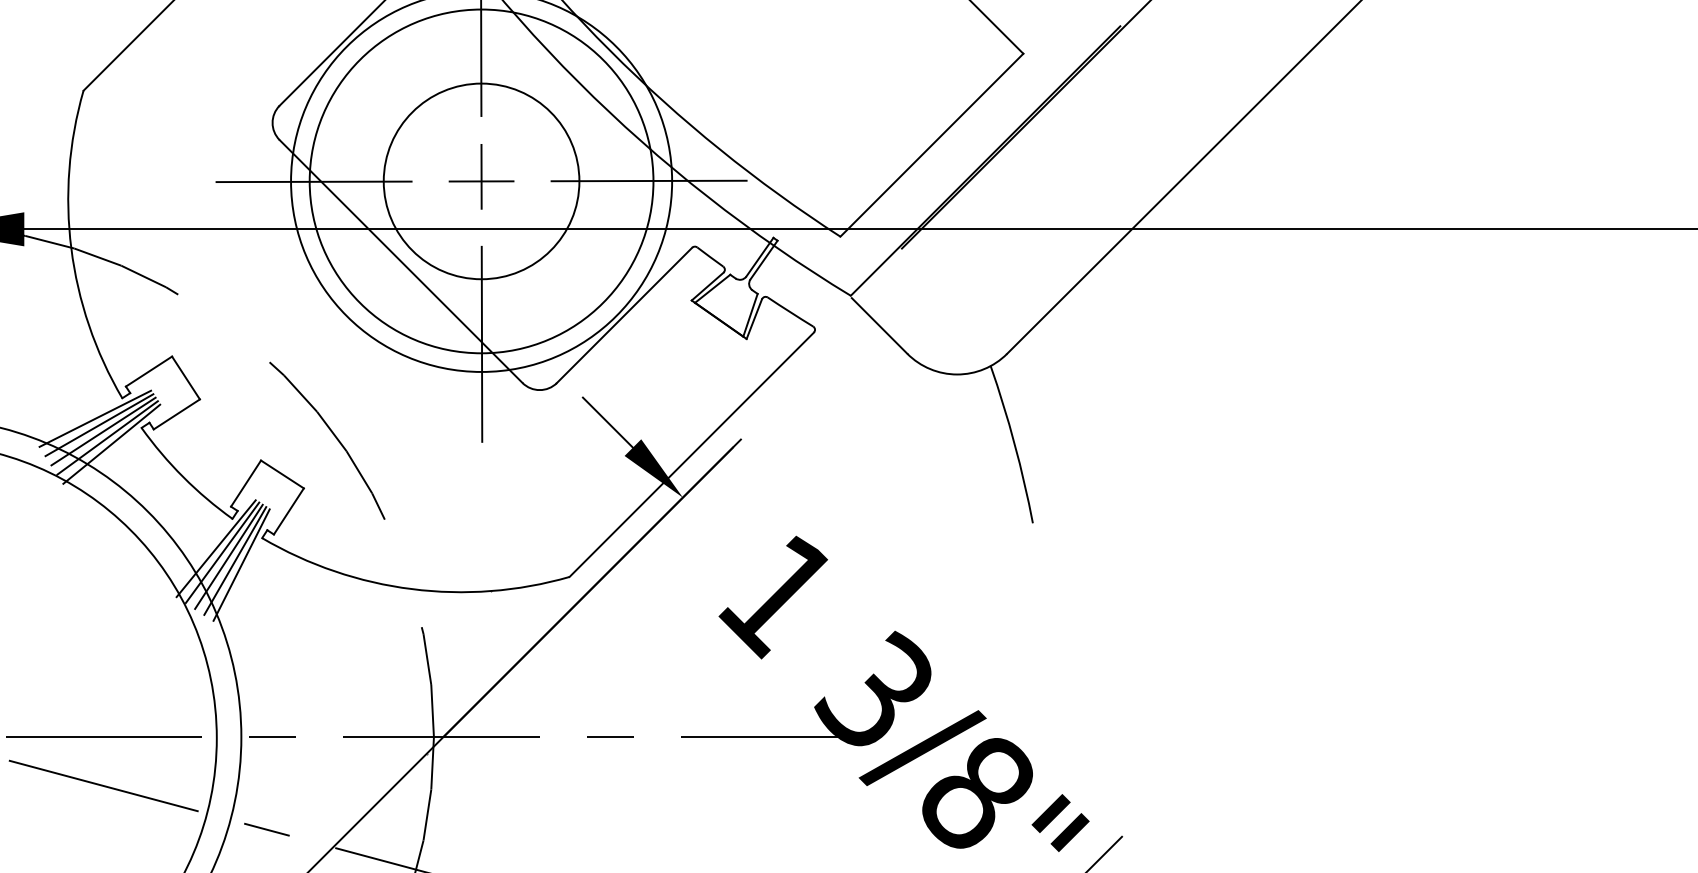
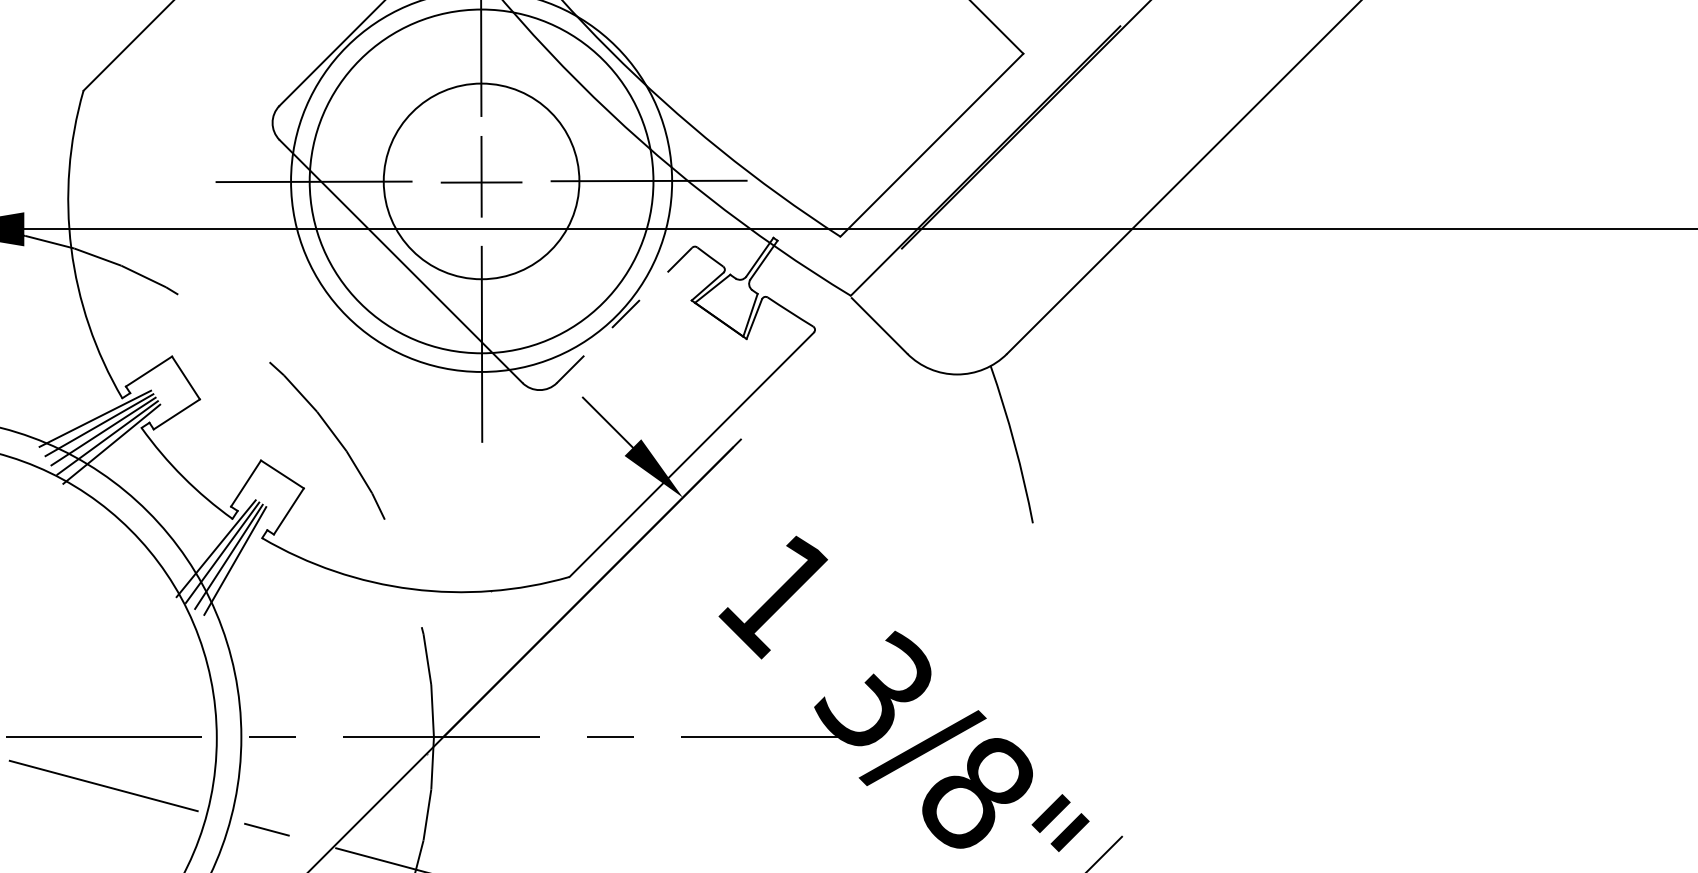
part at (481, 176) size: 67x66 px -> 83x82 px
line at (624, 315): solid -> dashed
line at (241, 564): present -> none
